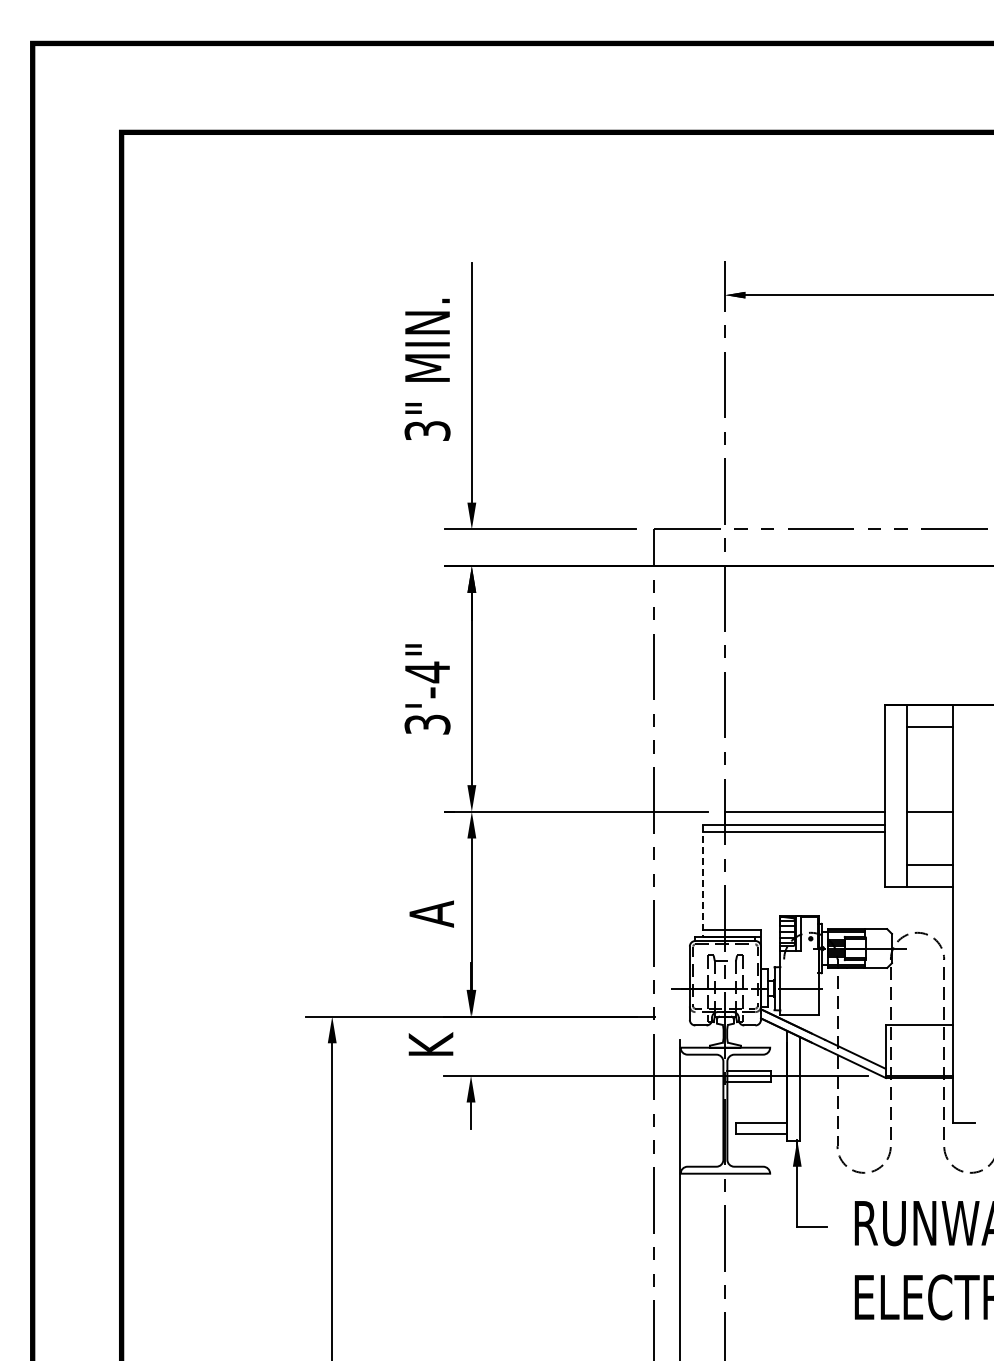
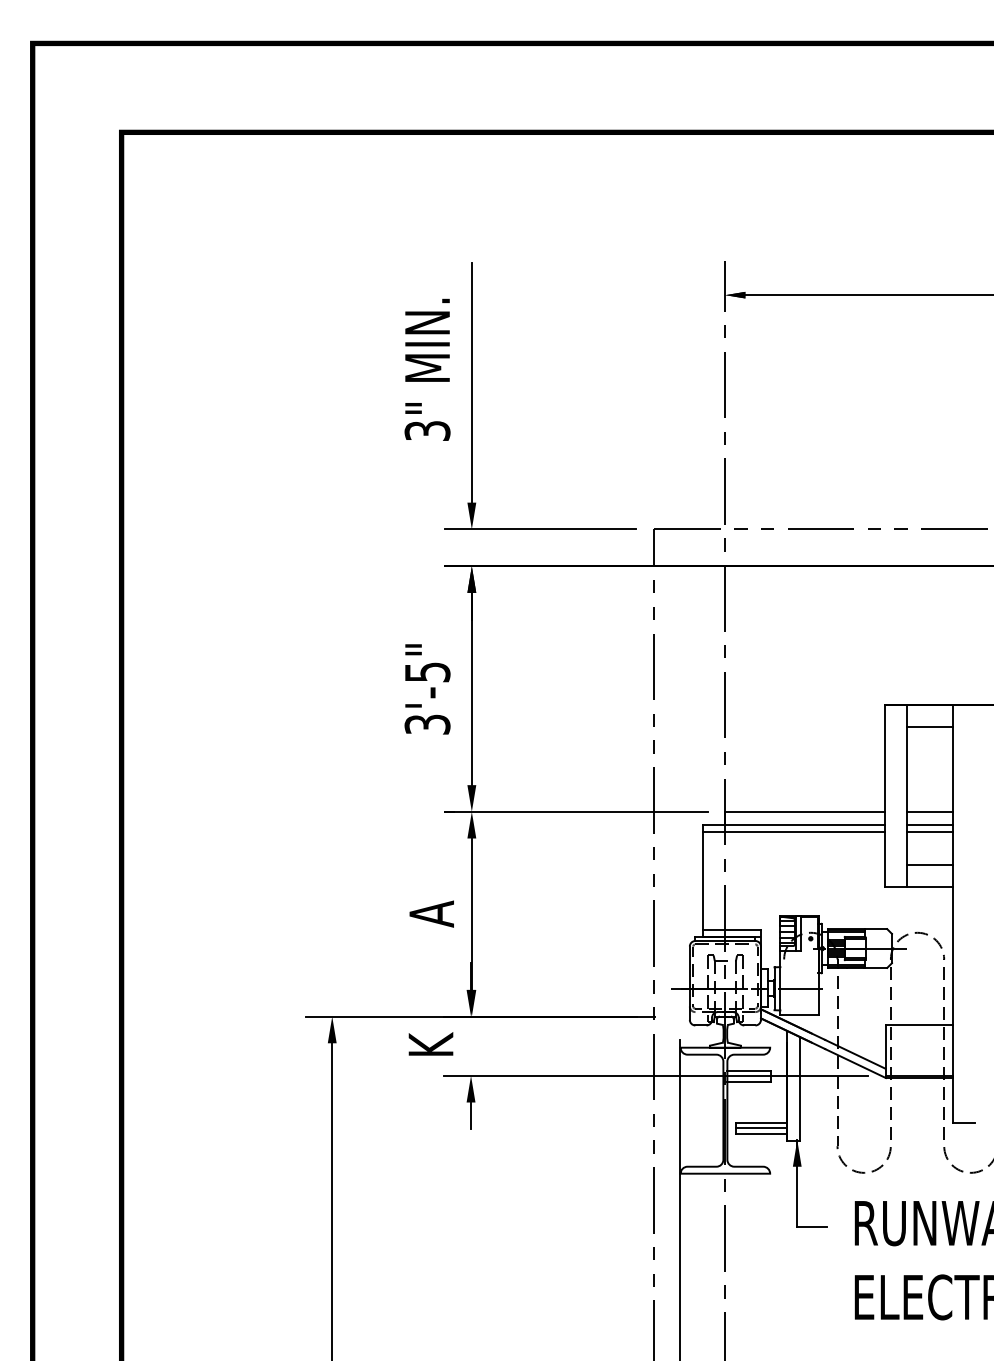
text at (427, 672): 3'-4" -> 3'-5"
line at (929, 825): none -> present
line at (929, 832): none -> present
line at (703, 880): dashed -> solid
line at (761, 1128): none -> present
